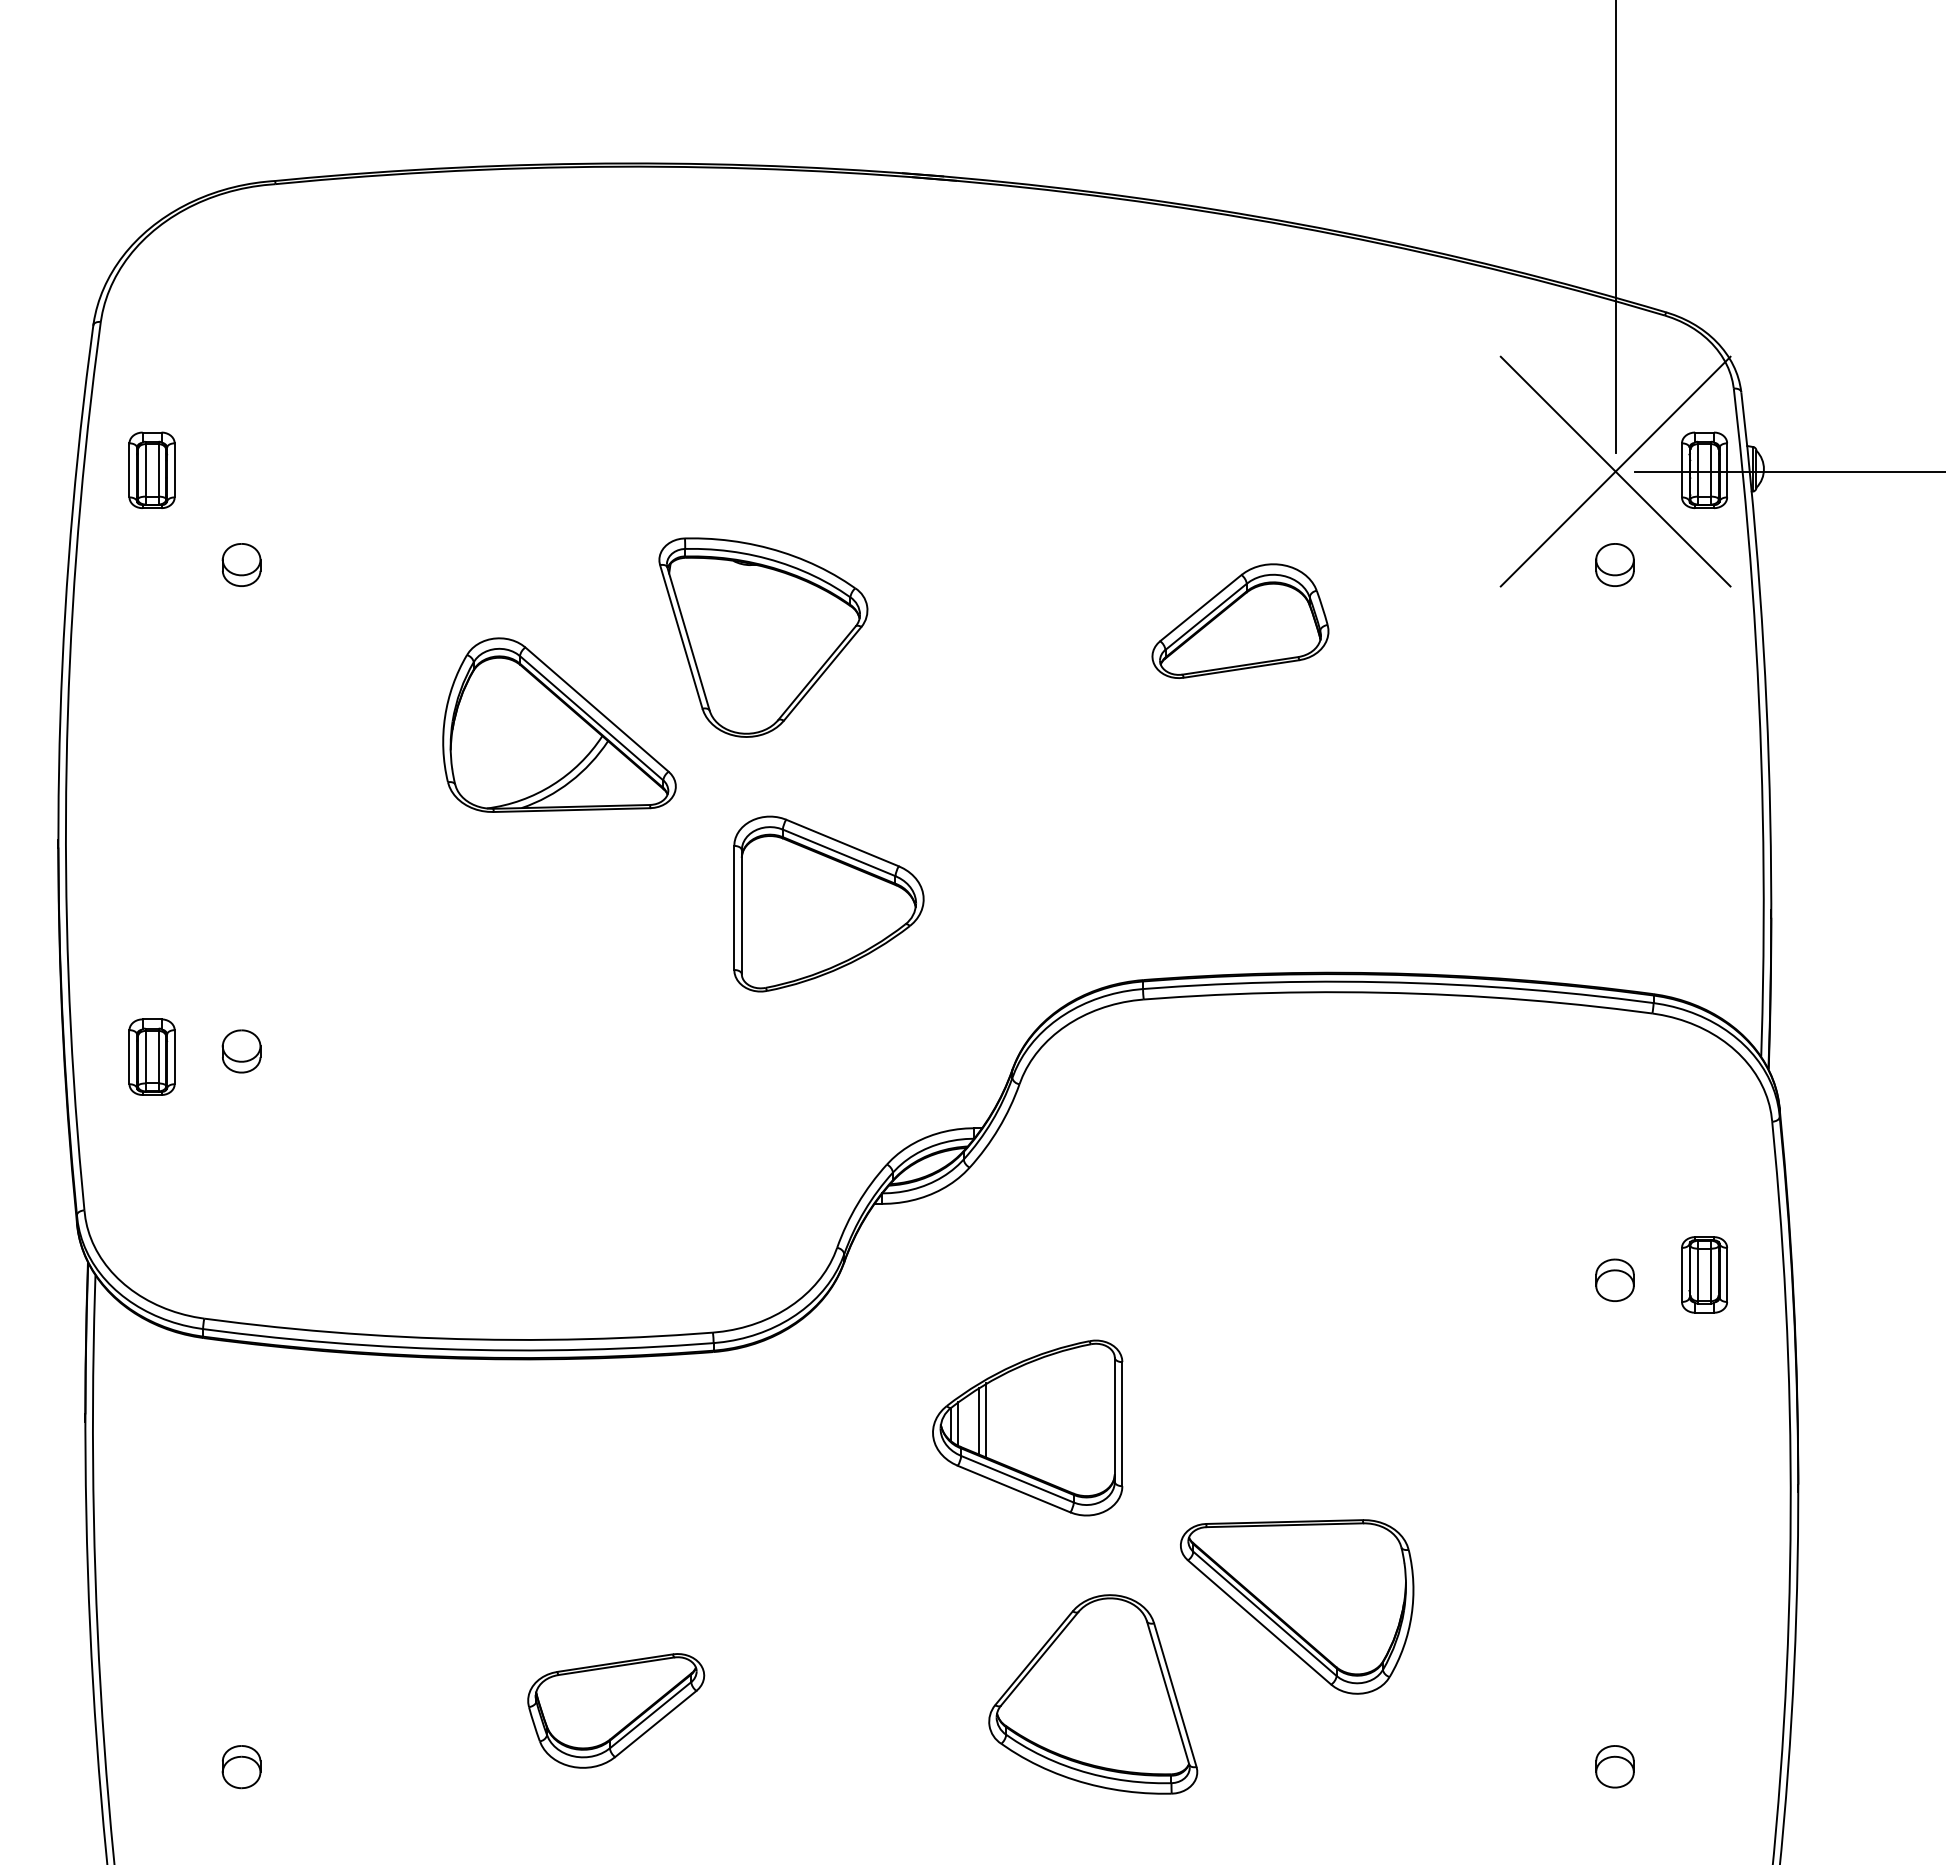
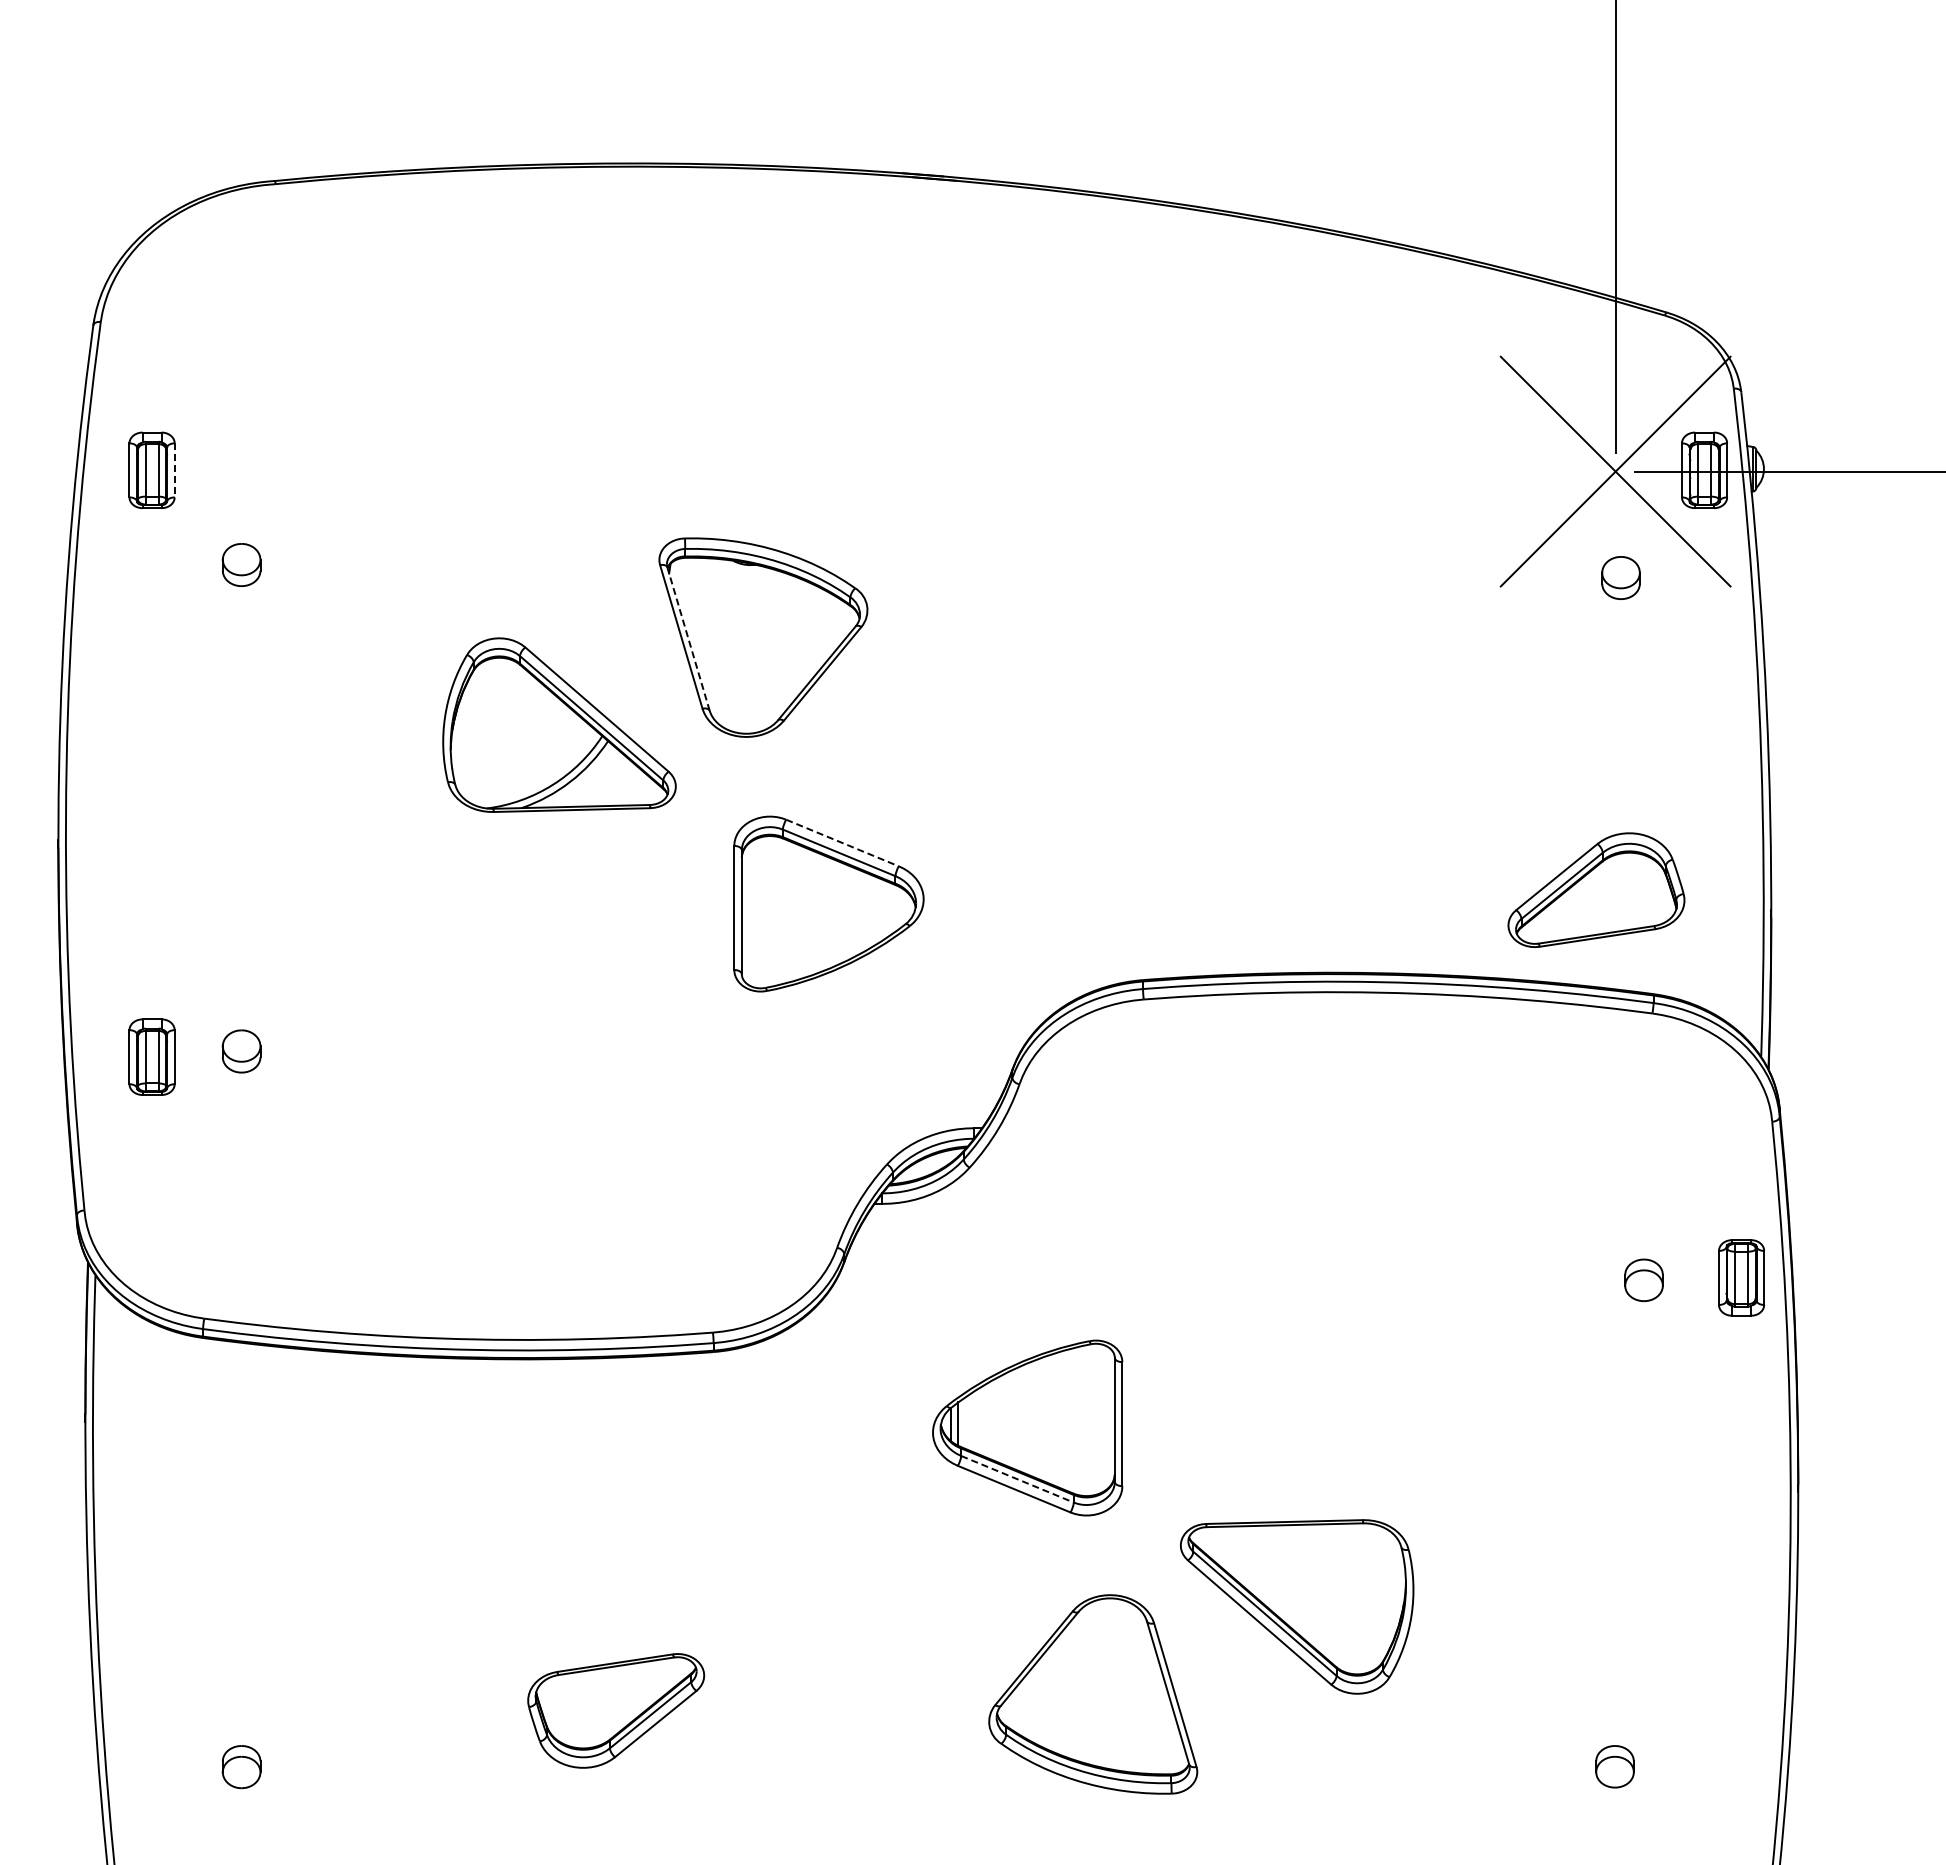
line at (174, 470): solid -> dashed
part at (1614, 564) position: (1614, 564) -> (1620, 577)
part at (1240, 620) position: (1240, 620) -> (1596, 889)
line at (688, 639): solid -> dashed
line at (842, 843): solid -> dashed
part at (1704, 1274) position: (1704, 1274) -> (1741, 1277)
part at (1614, 1279) position: (1614, 1279) -> (1643, 1279)
line at (986, 1420): present -> none
line at (978, 1421): present -> none
line at (1017, 1479): solid -> dashed
